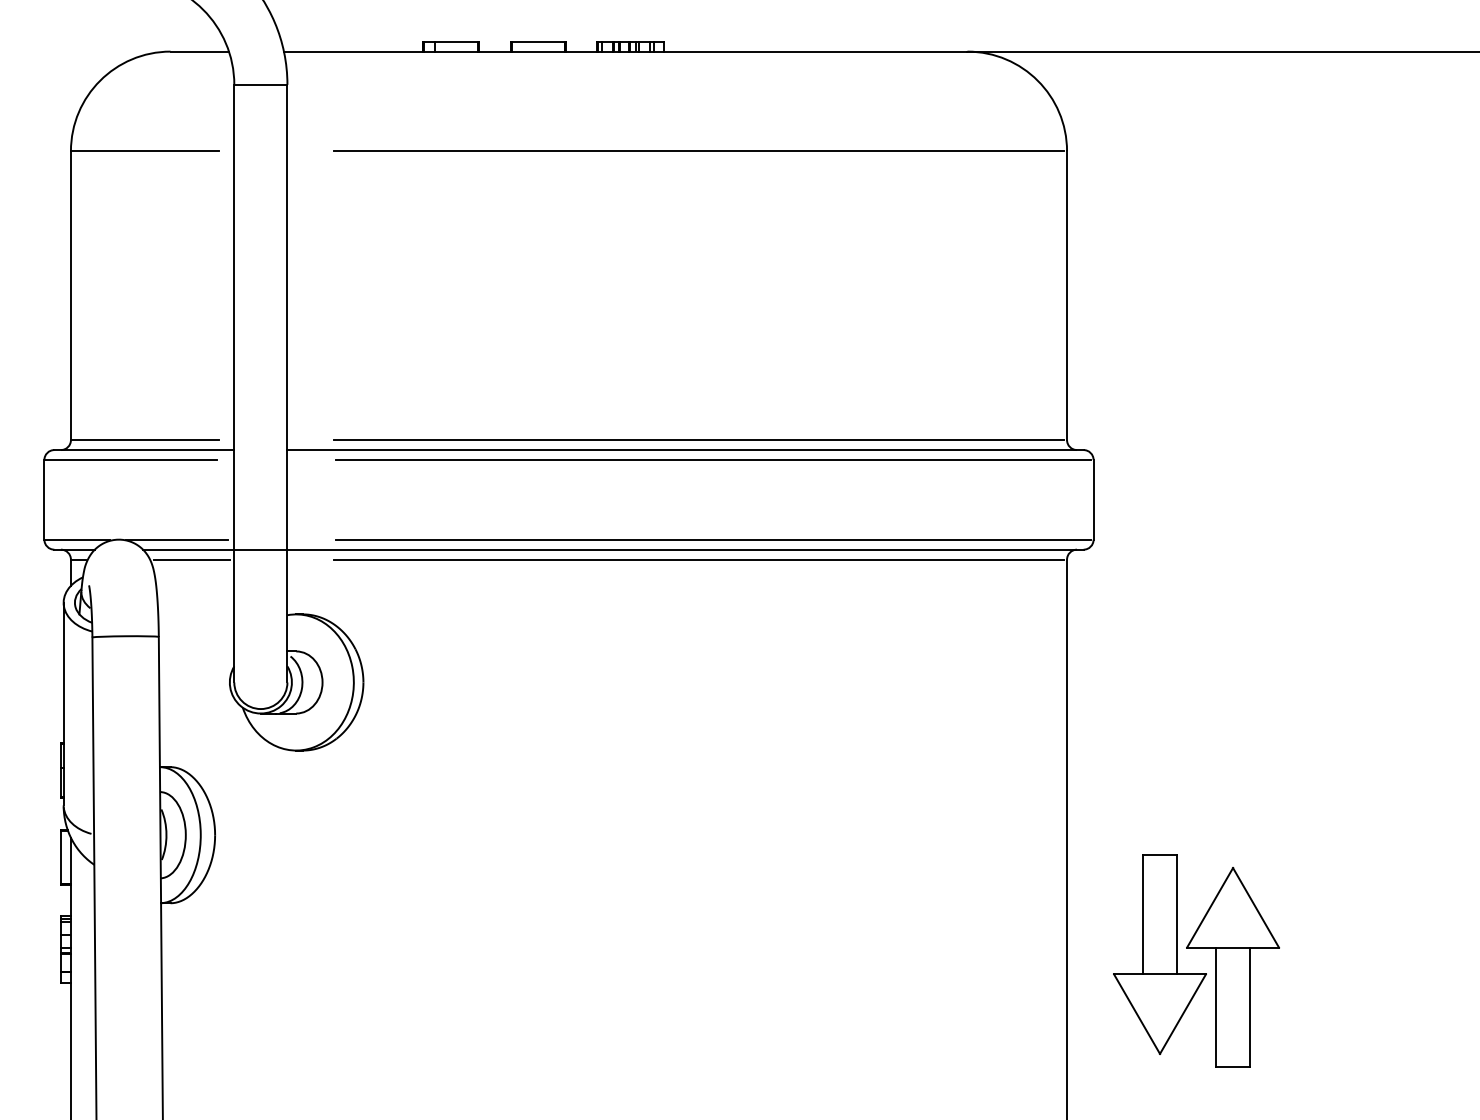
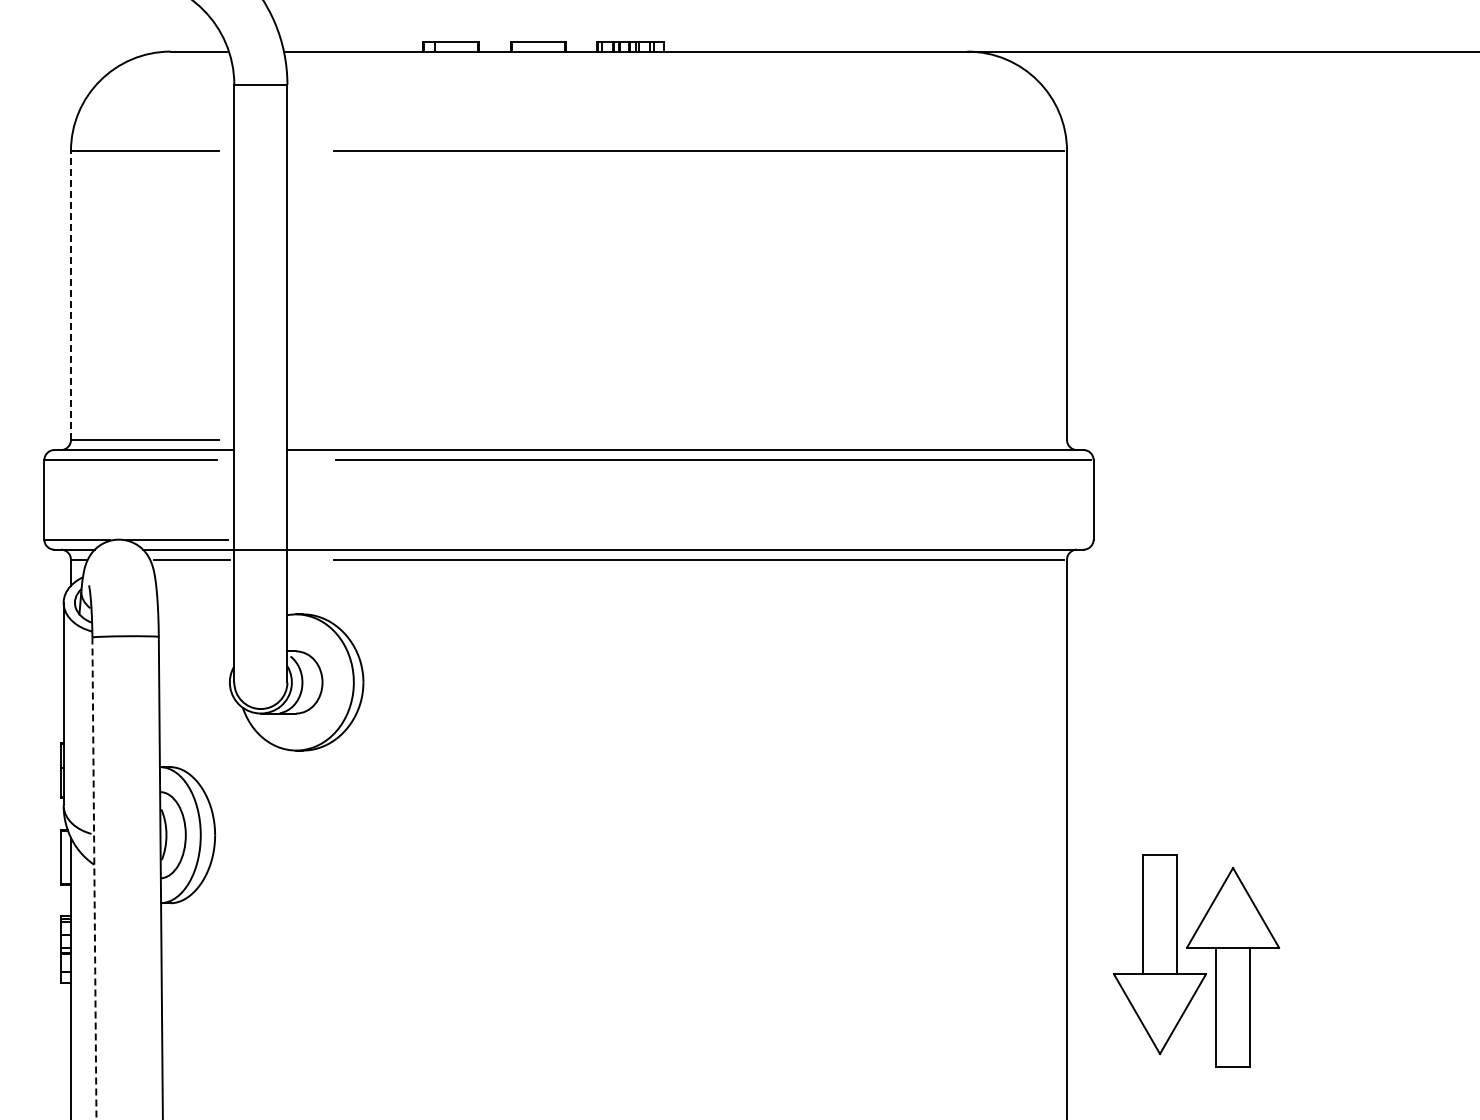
line at (70, 295): solid -> dashed
line at (698, 440): present -> none
line at (713, 539): present -> none
line at (94, 878): solid -> dashed
